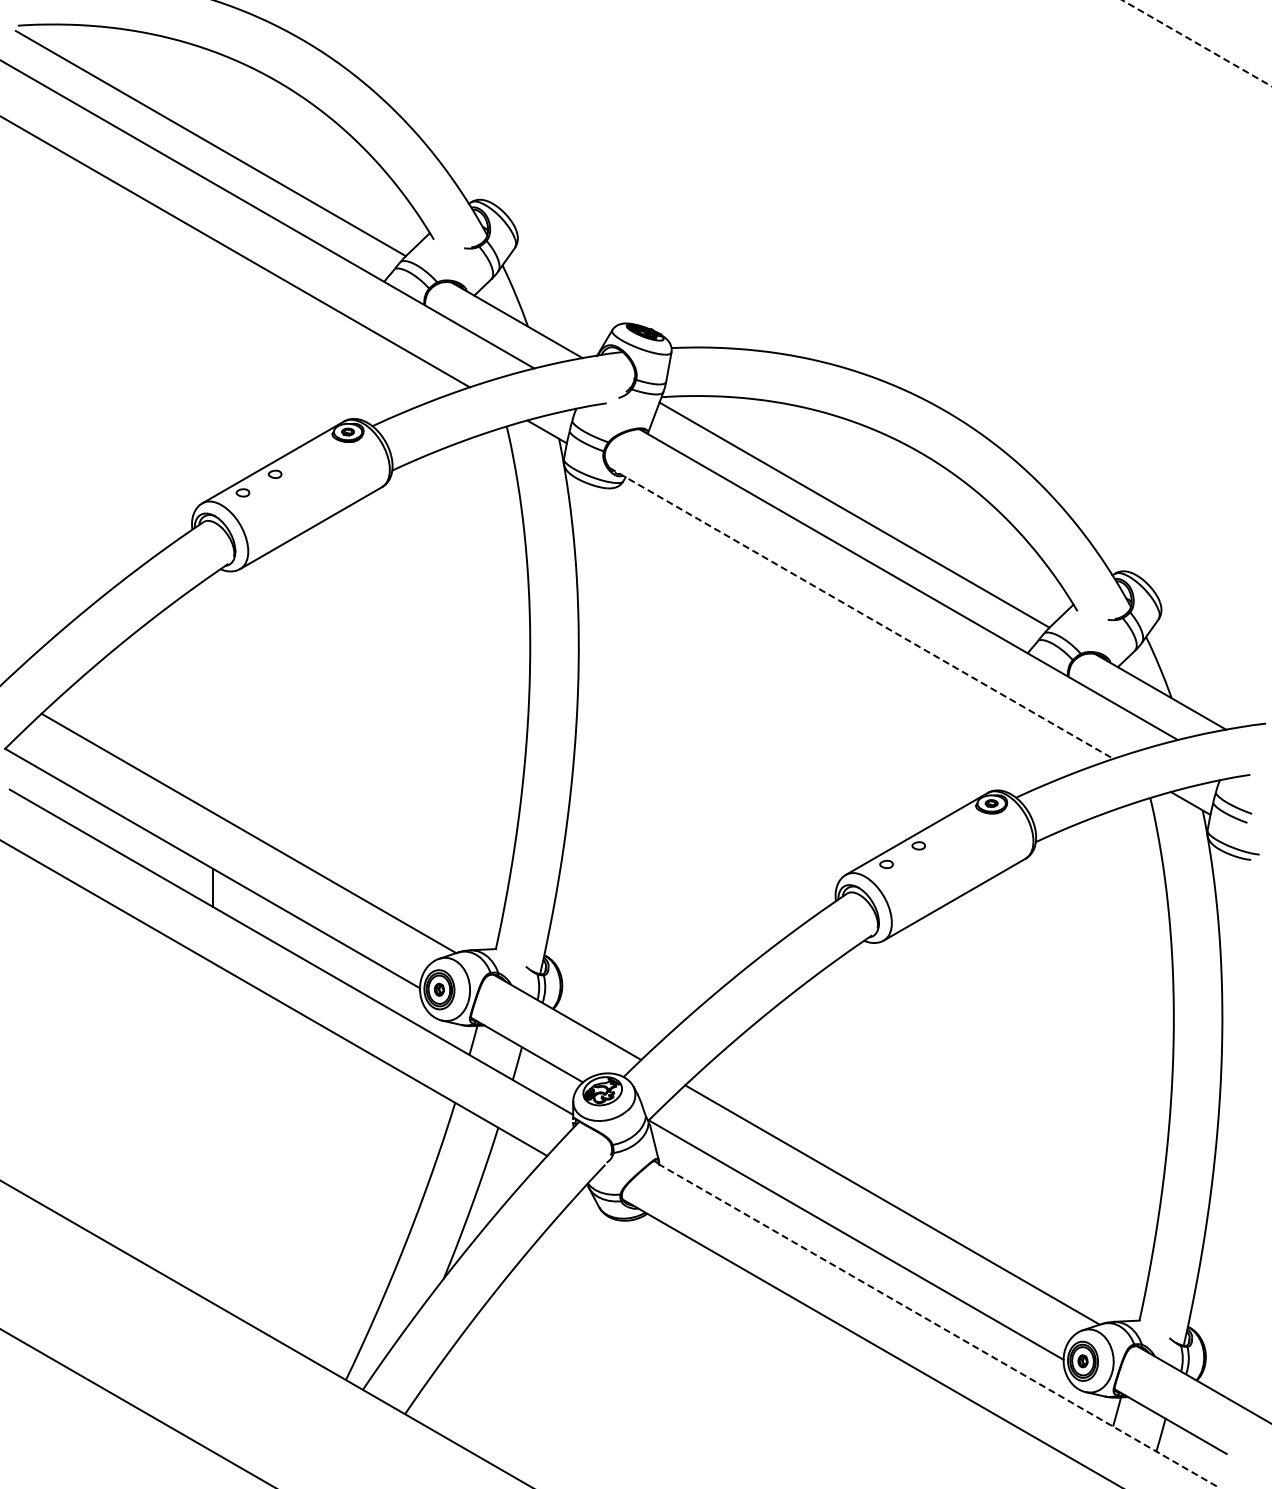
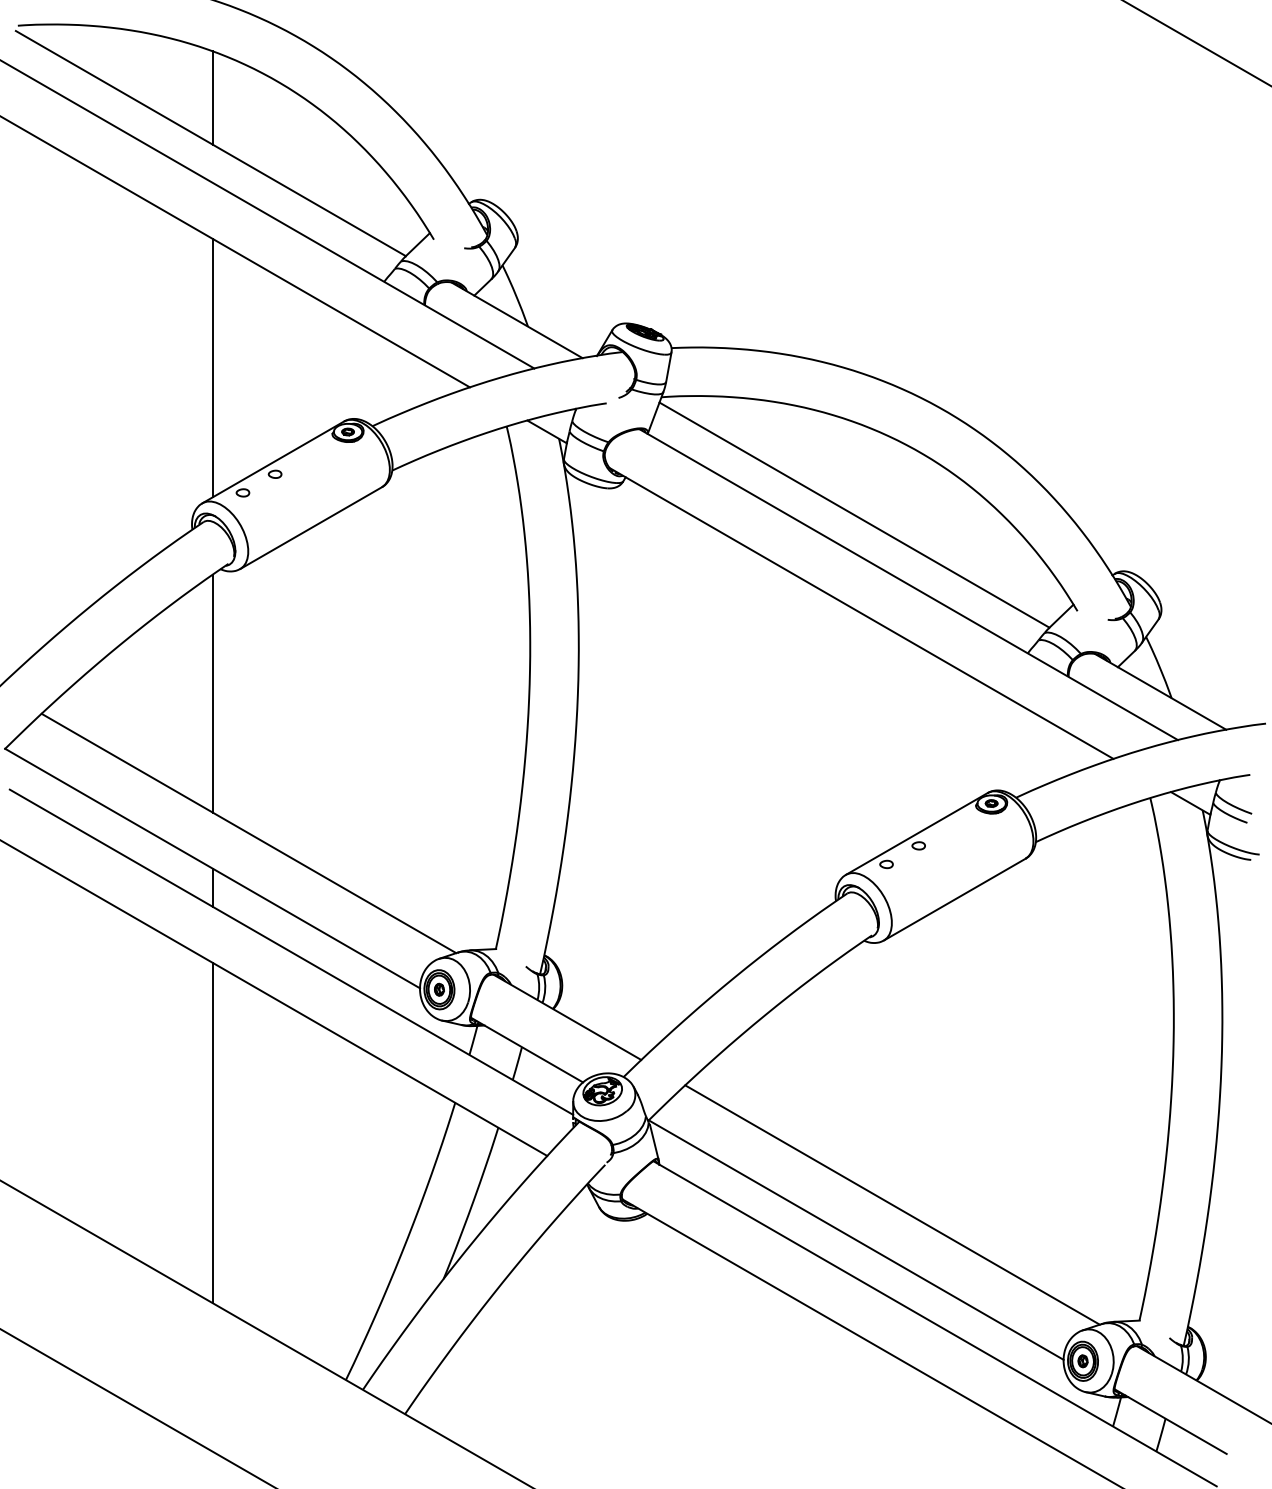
line at (1197, 43): dashed -> solid
line at (212, 97): none -> present
line at (212, 367): none -> present
line at (861, 613): dashed -> solid
line at (212, 693): none -> present
line at (212, 1132): none -> present
line at (934, 1323): dashed -> solid
